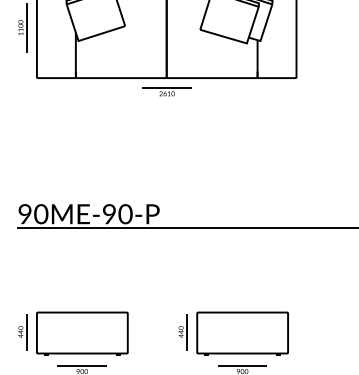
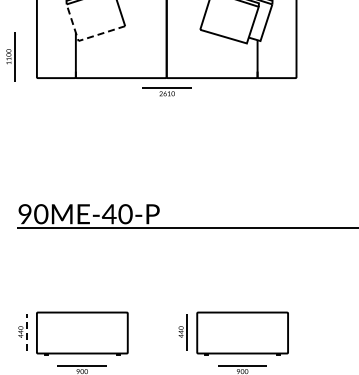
part at (22, 27) position: (22, 27) -> (10, 56)
line at (82, 39): solid -> dashed
text at (108, 214): 90ME-90-P -> 90ME-40-P
line at (27, 332): solid -> dashed
